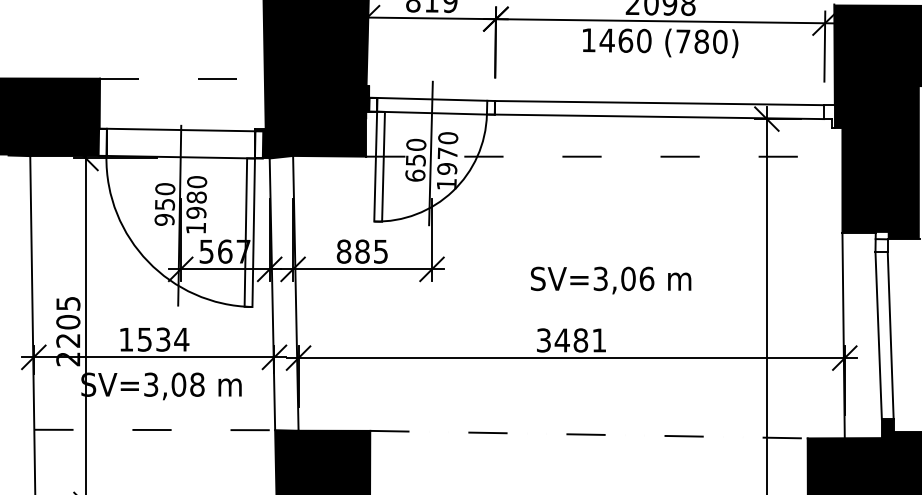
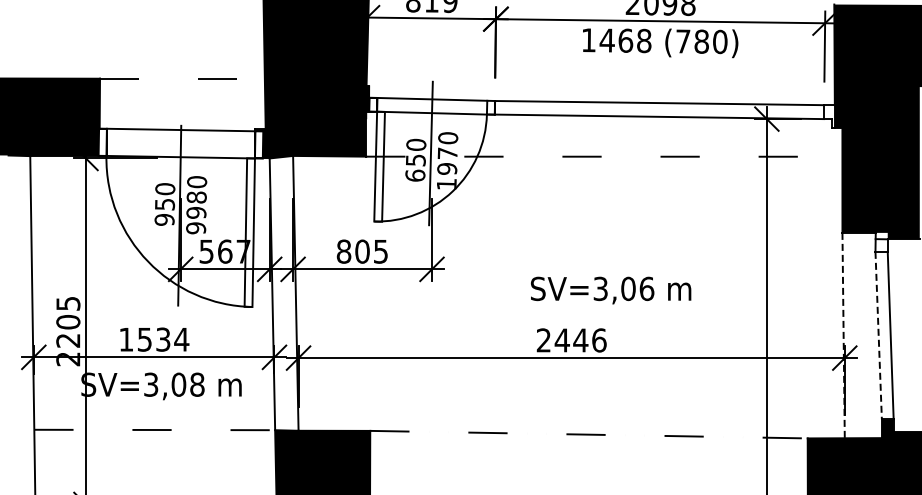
text at (644, 40): 1460 -> 1468
text at (196, 228): 1980 -> 9980
text at (362, 251): 885 -> 805
text at (611, 280) position: (611, 280) -> (611, 290)
line at (843, 335): solid -> dashed
line at (878, 335): solid -> dashed
text at (571, 340): 3481 -> 2446
